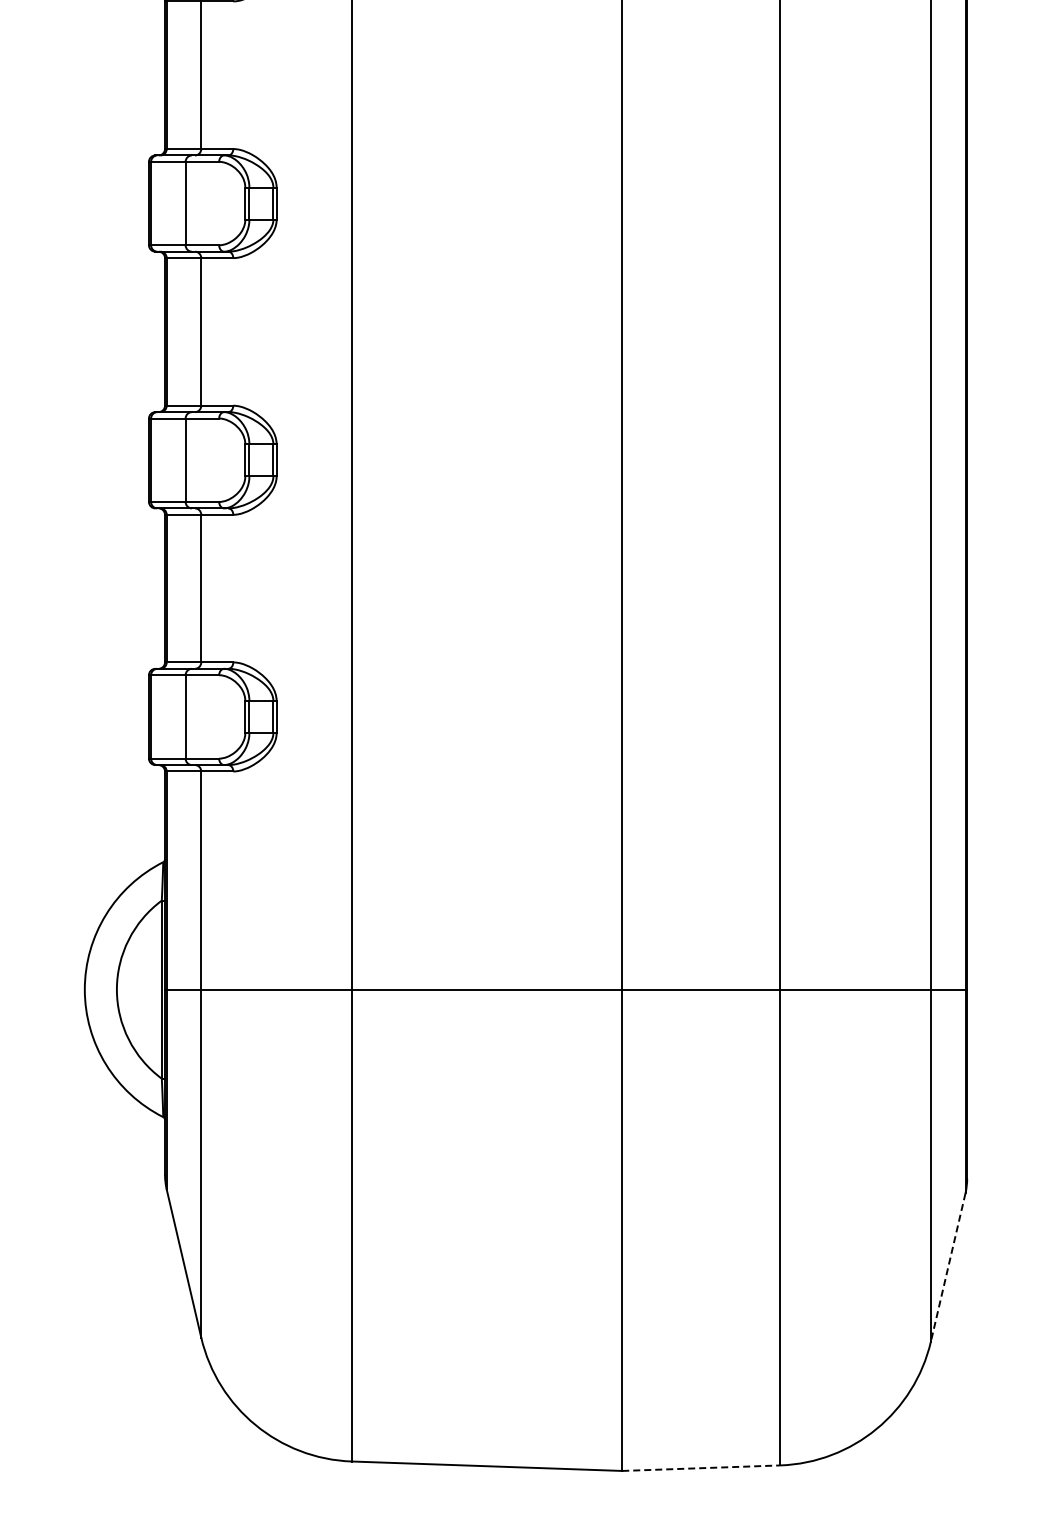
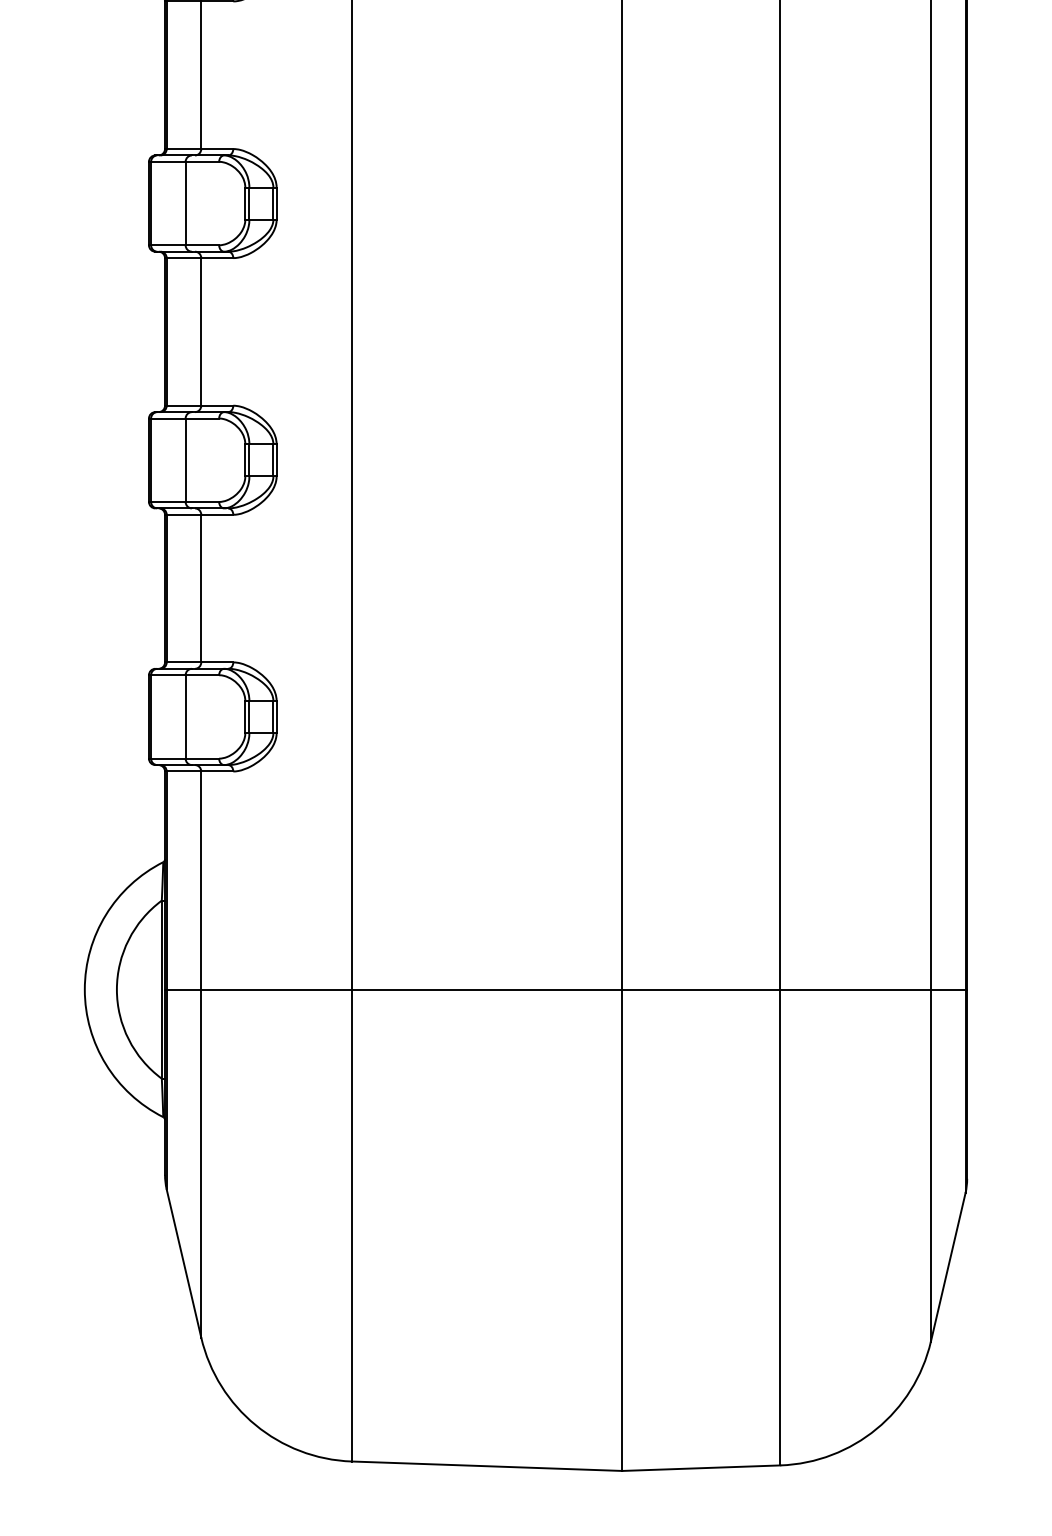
line at (948, 1267): dashed -> solid
line at (701, 1468): dashed -> solid
